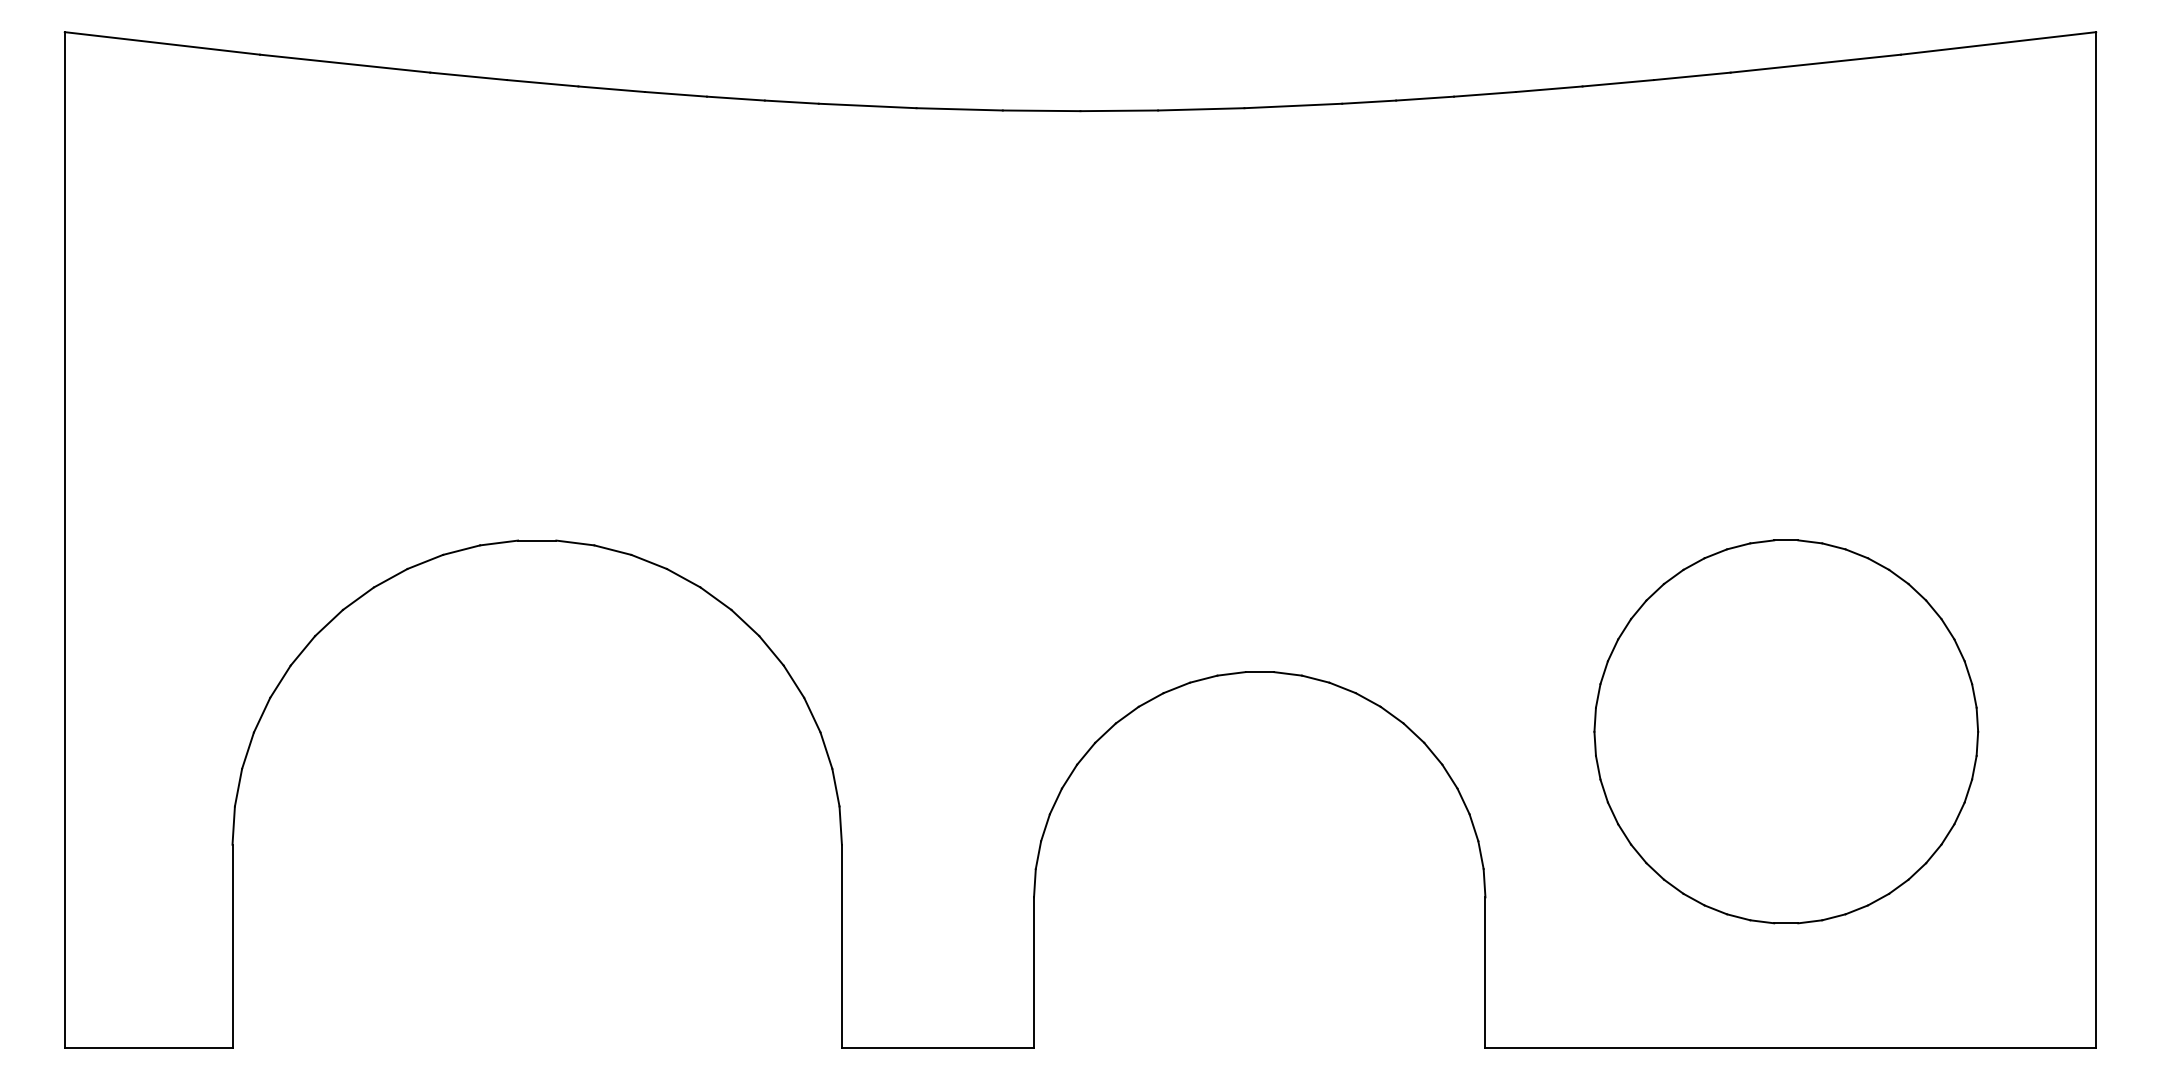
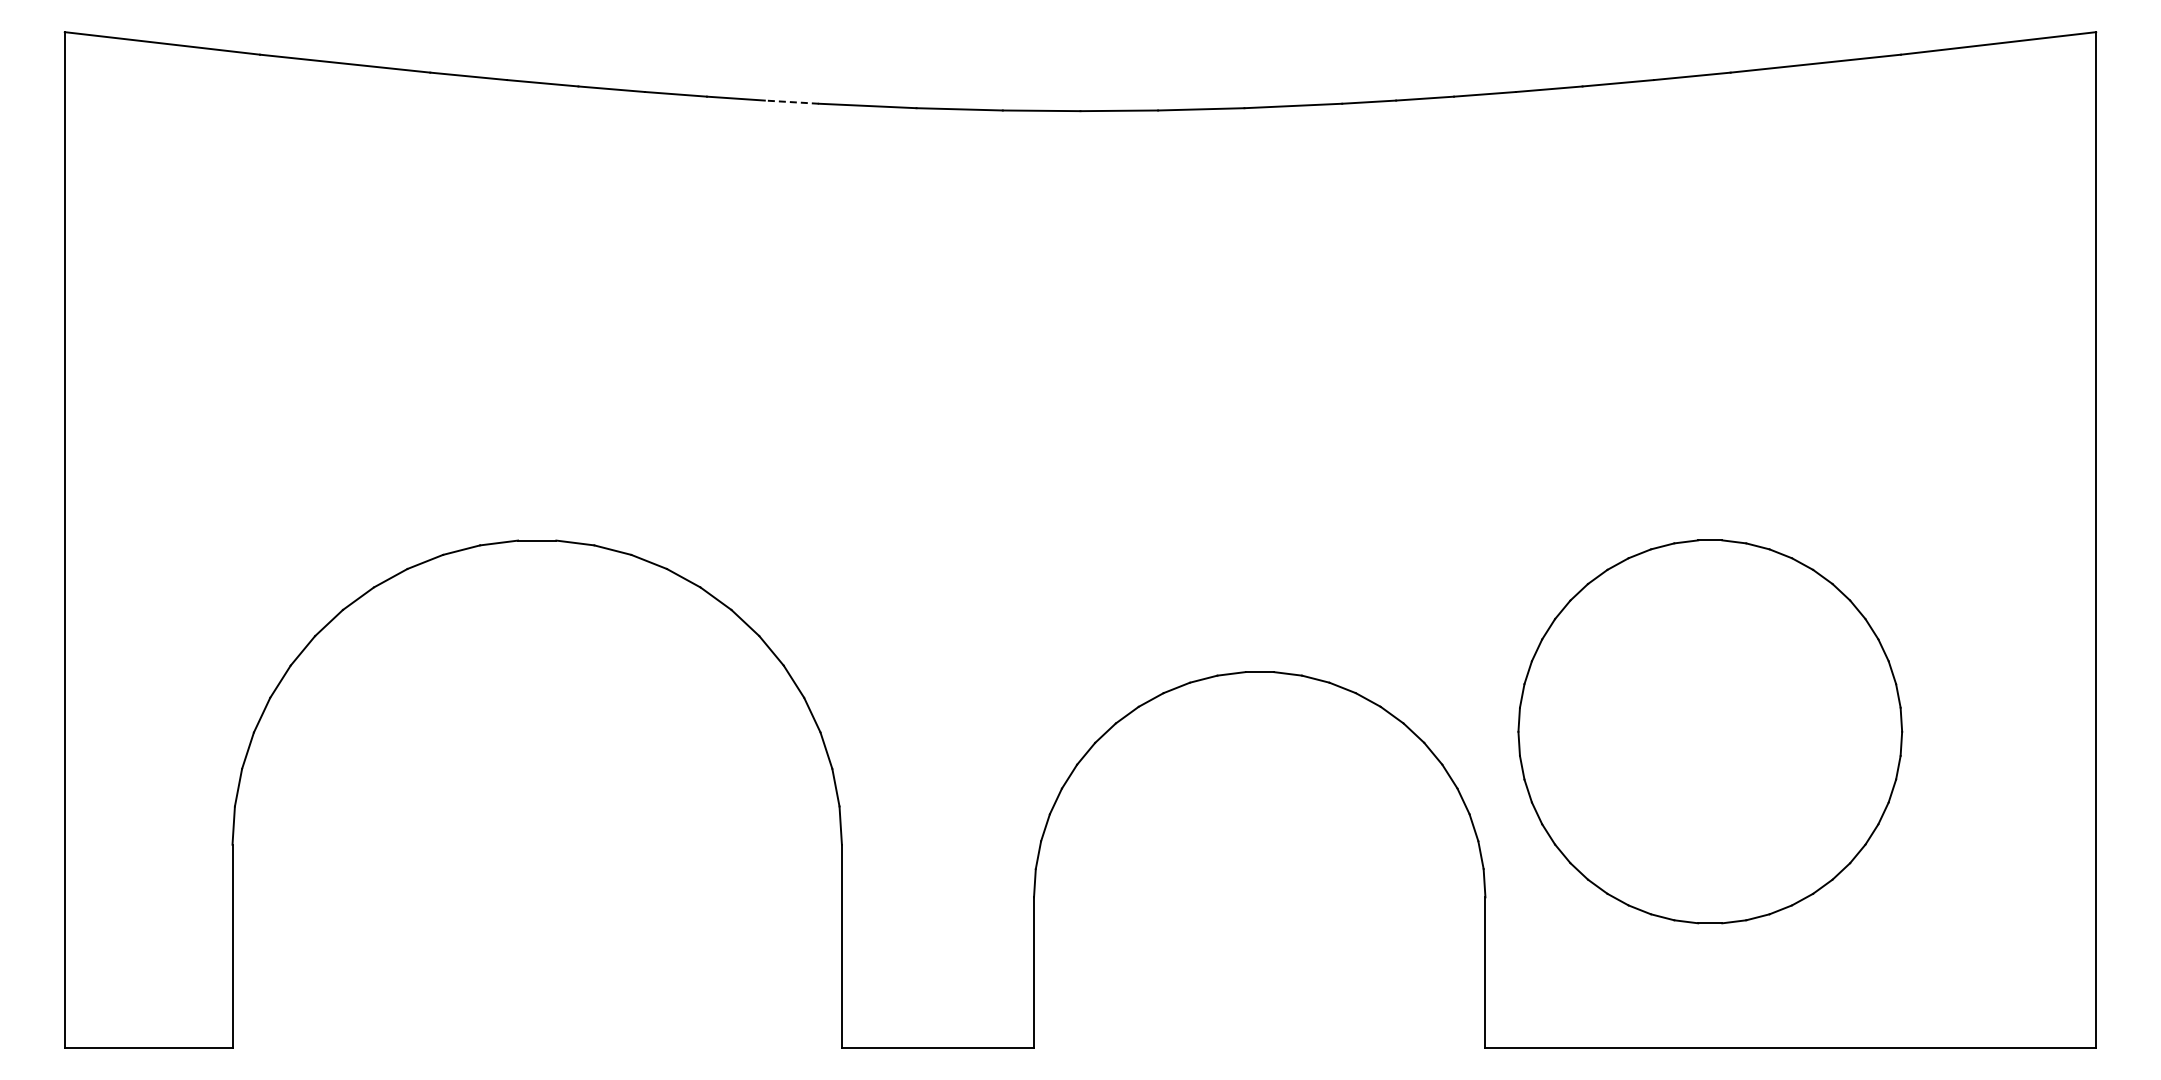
line at (791, 102): solid -> dashed
part at (1786, 731) position: (1786, 731) -> (1710, 731)
